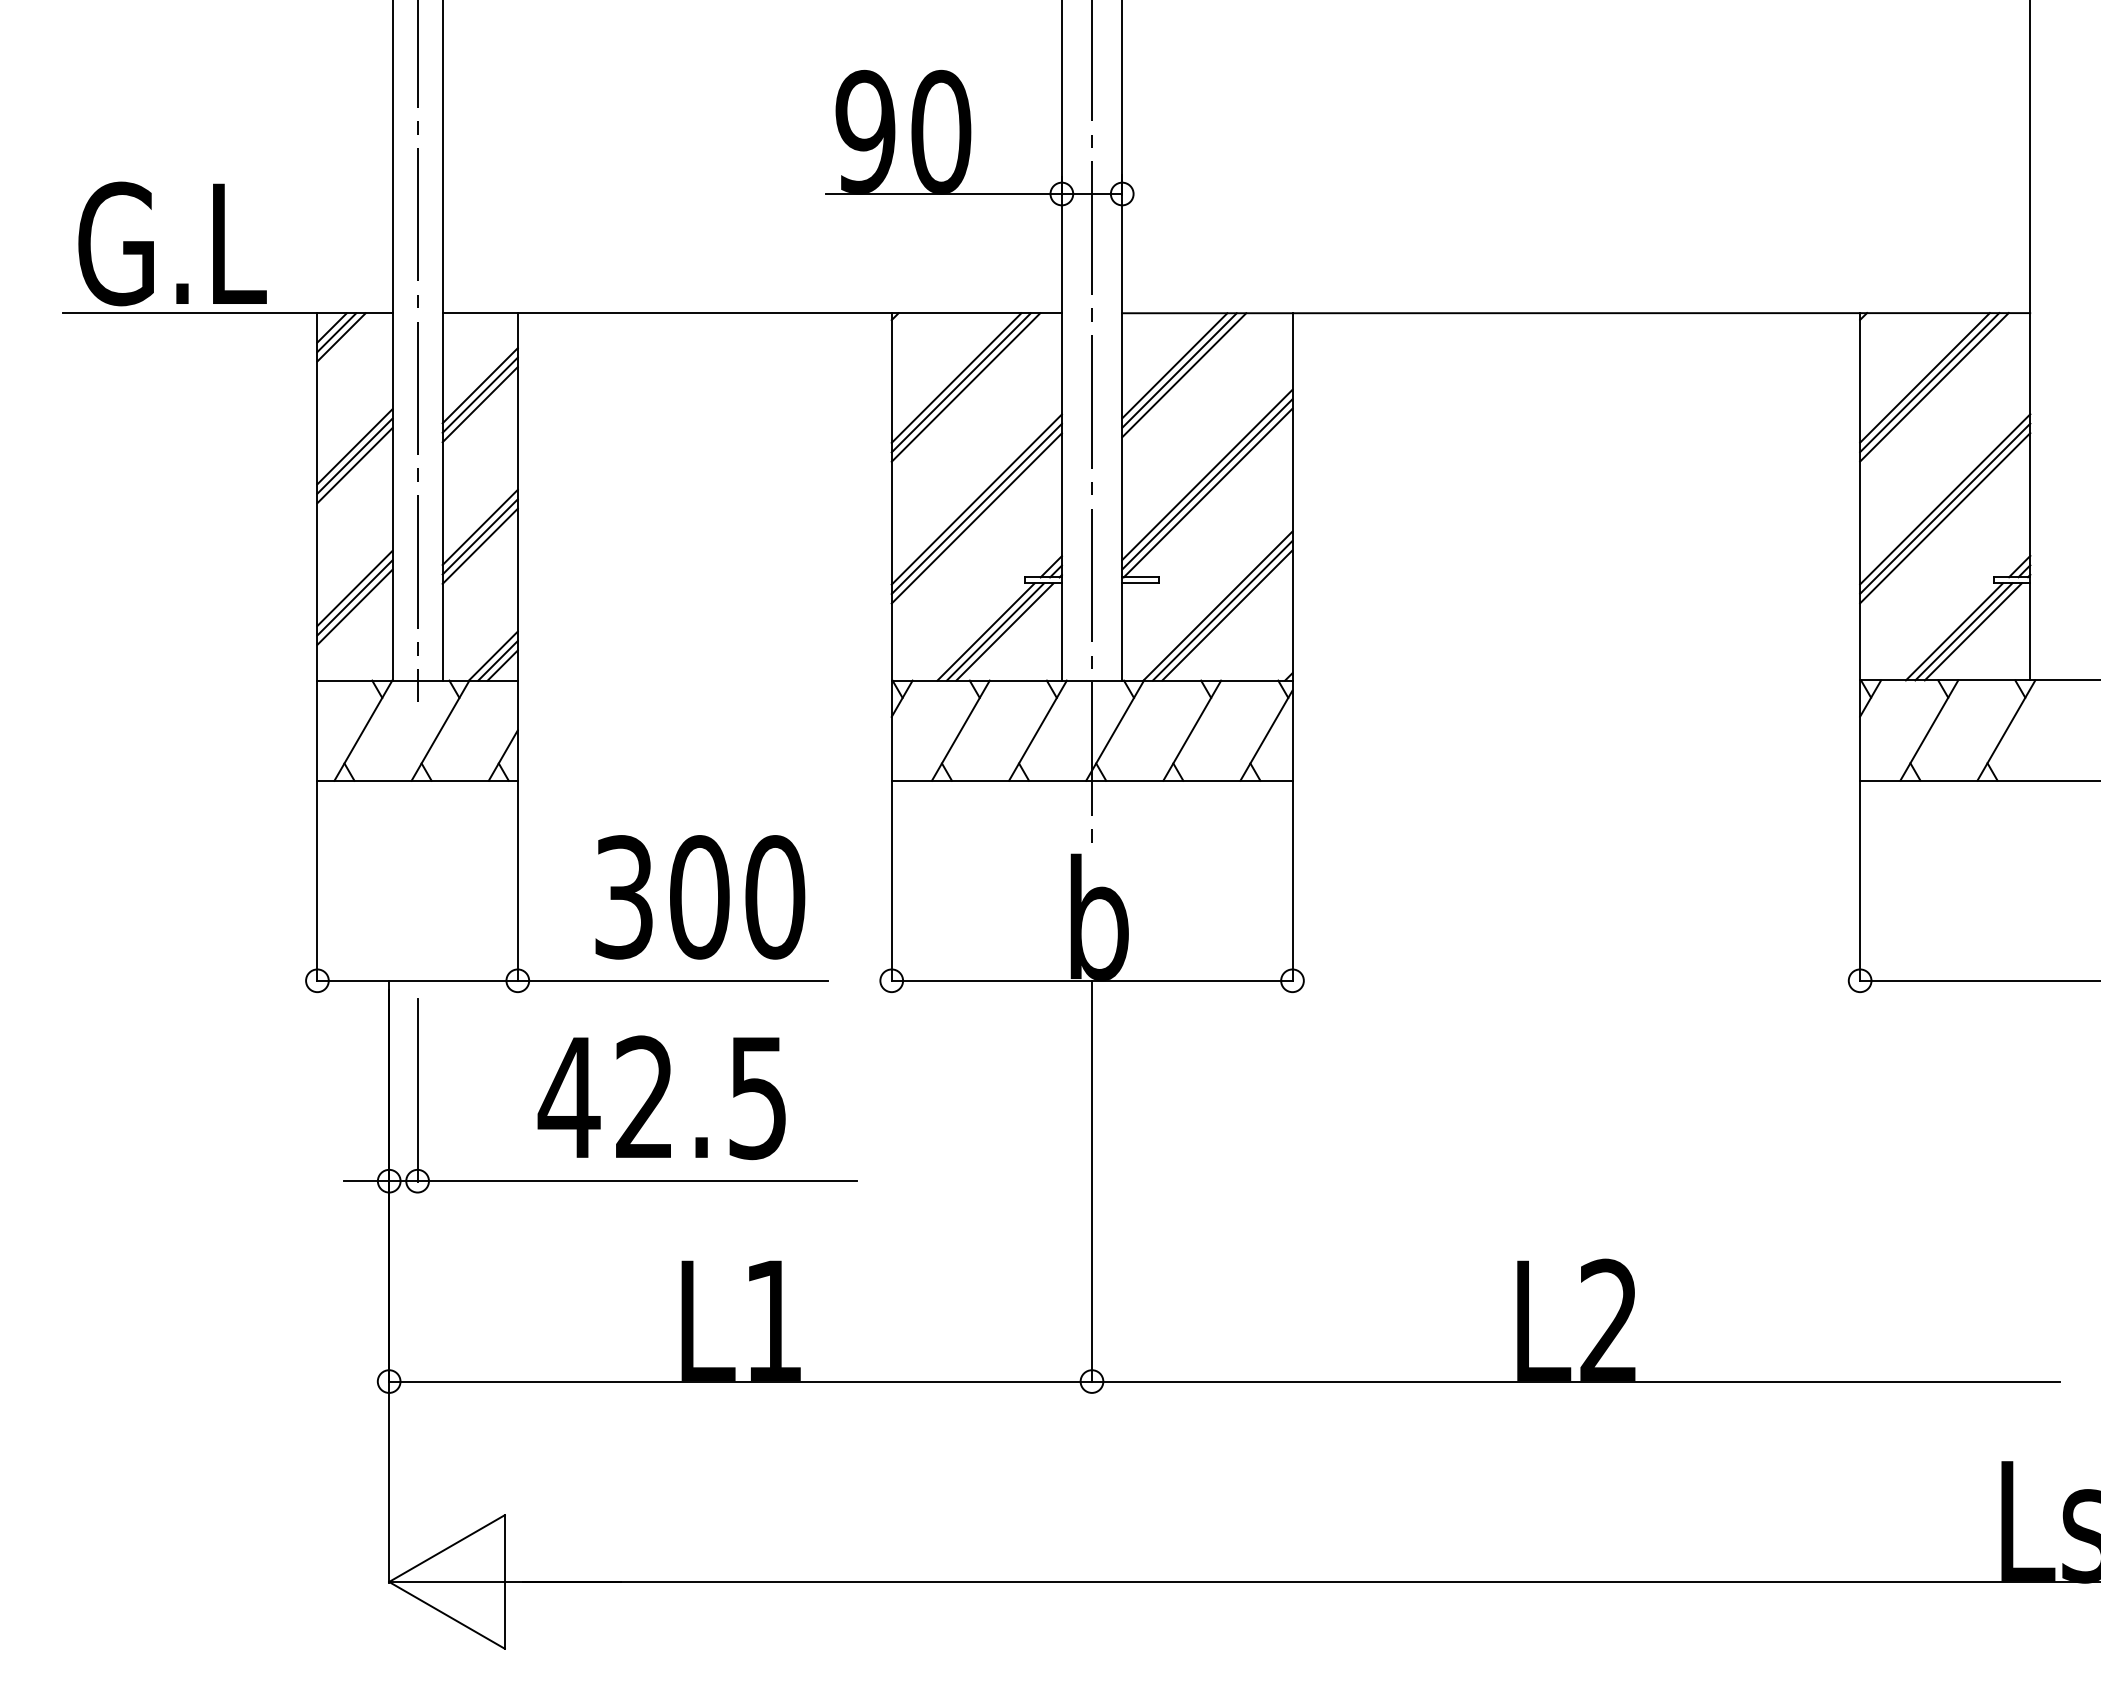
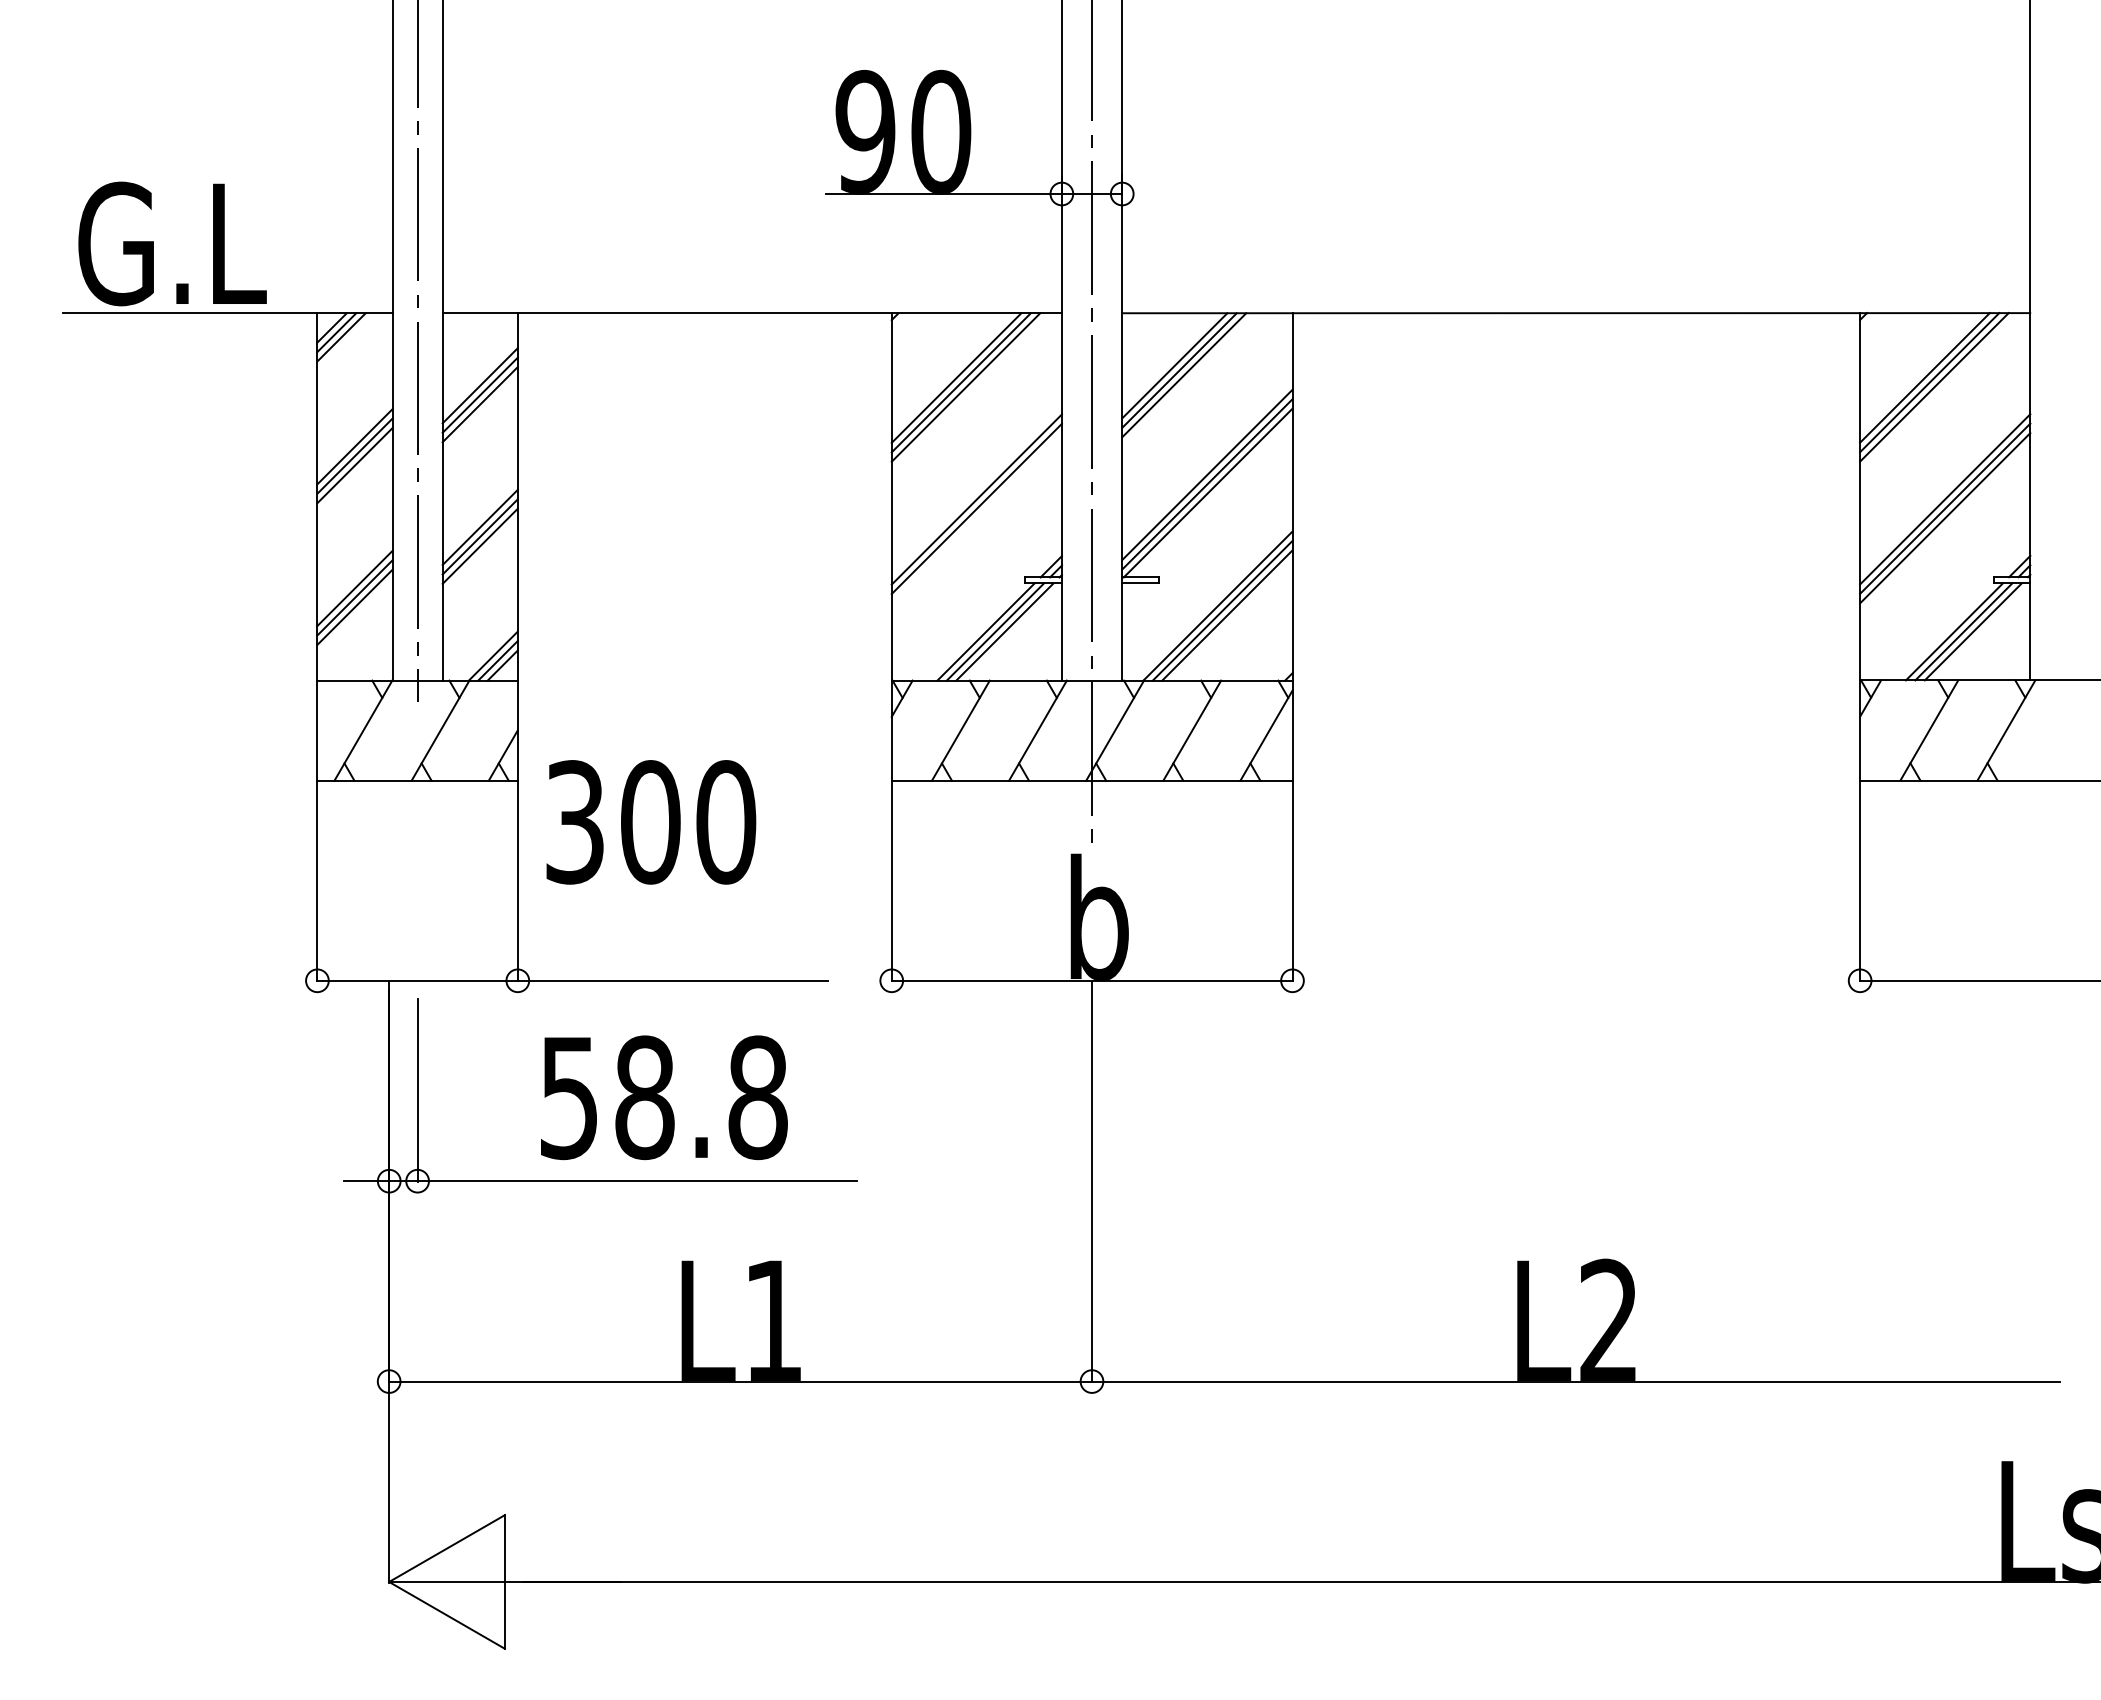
line at (976, 518): present -> none
text at (700, 897) position: (700, 897) -> (651, 822)
text at (662, 1097): 42.5 -> 58.8
